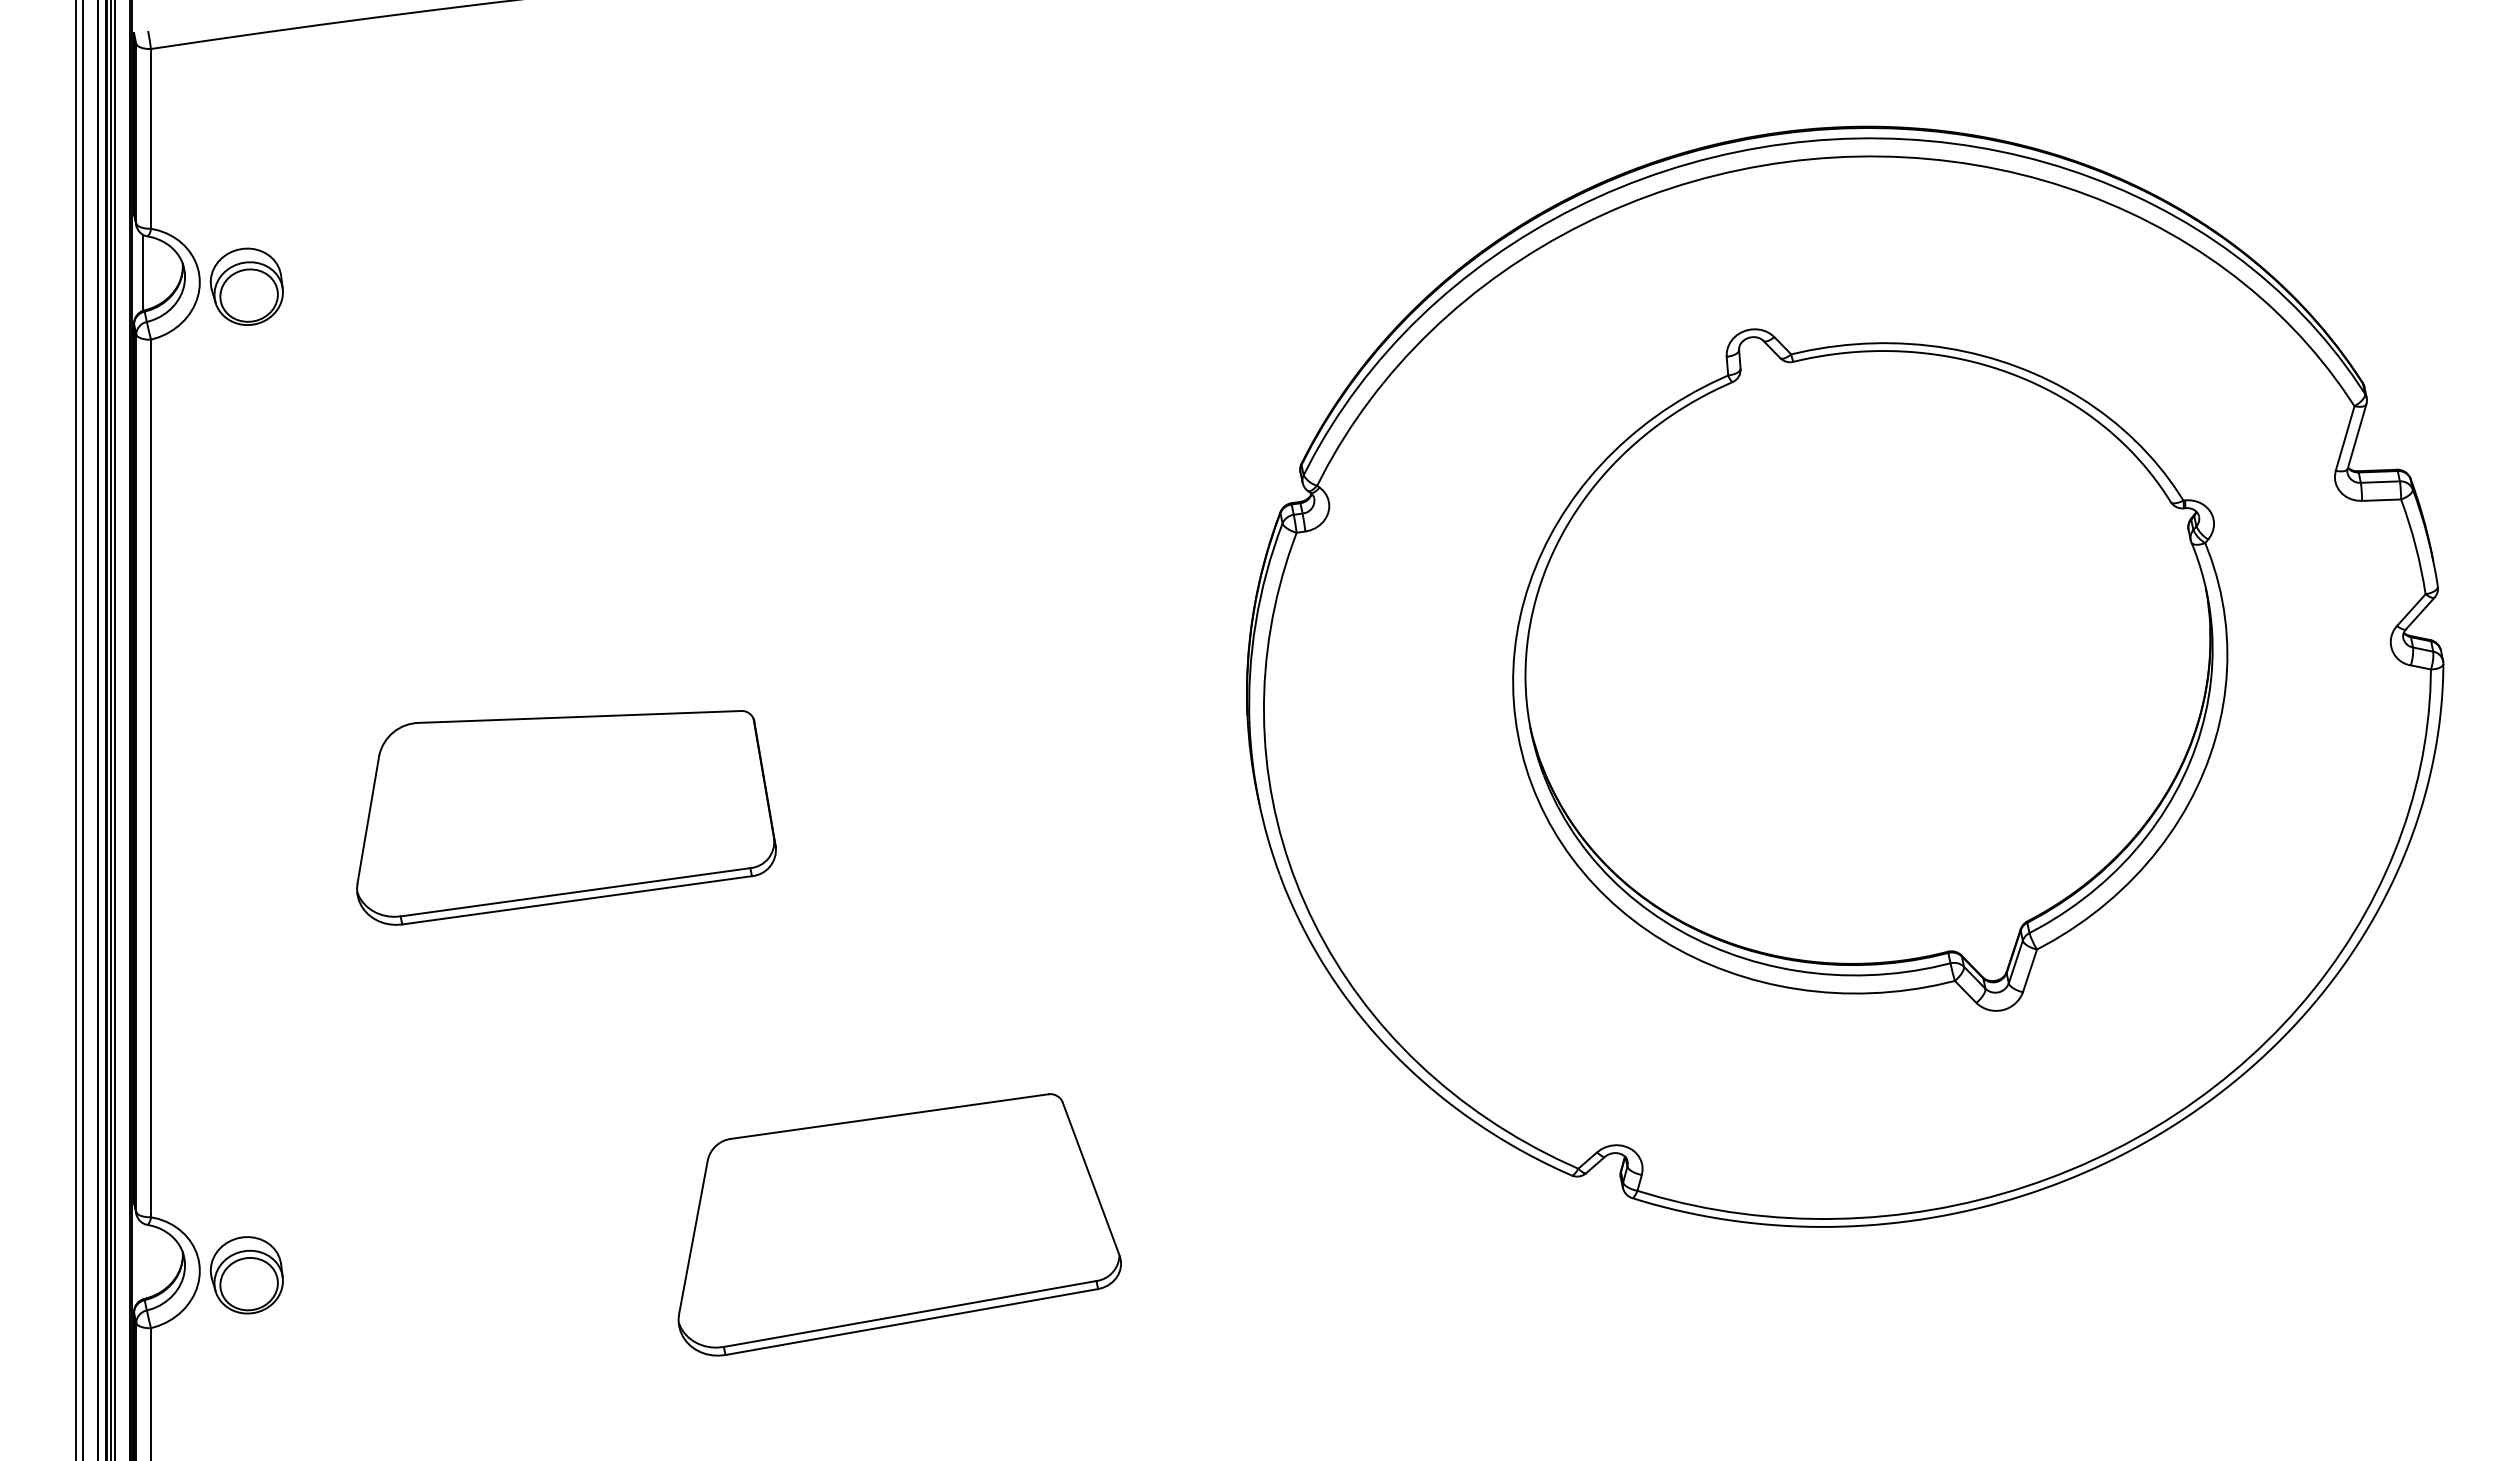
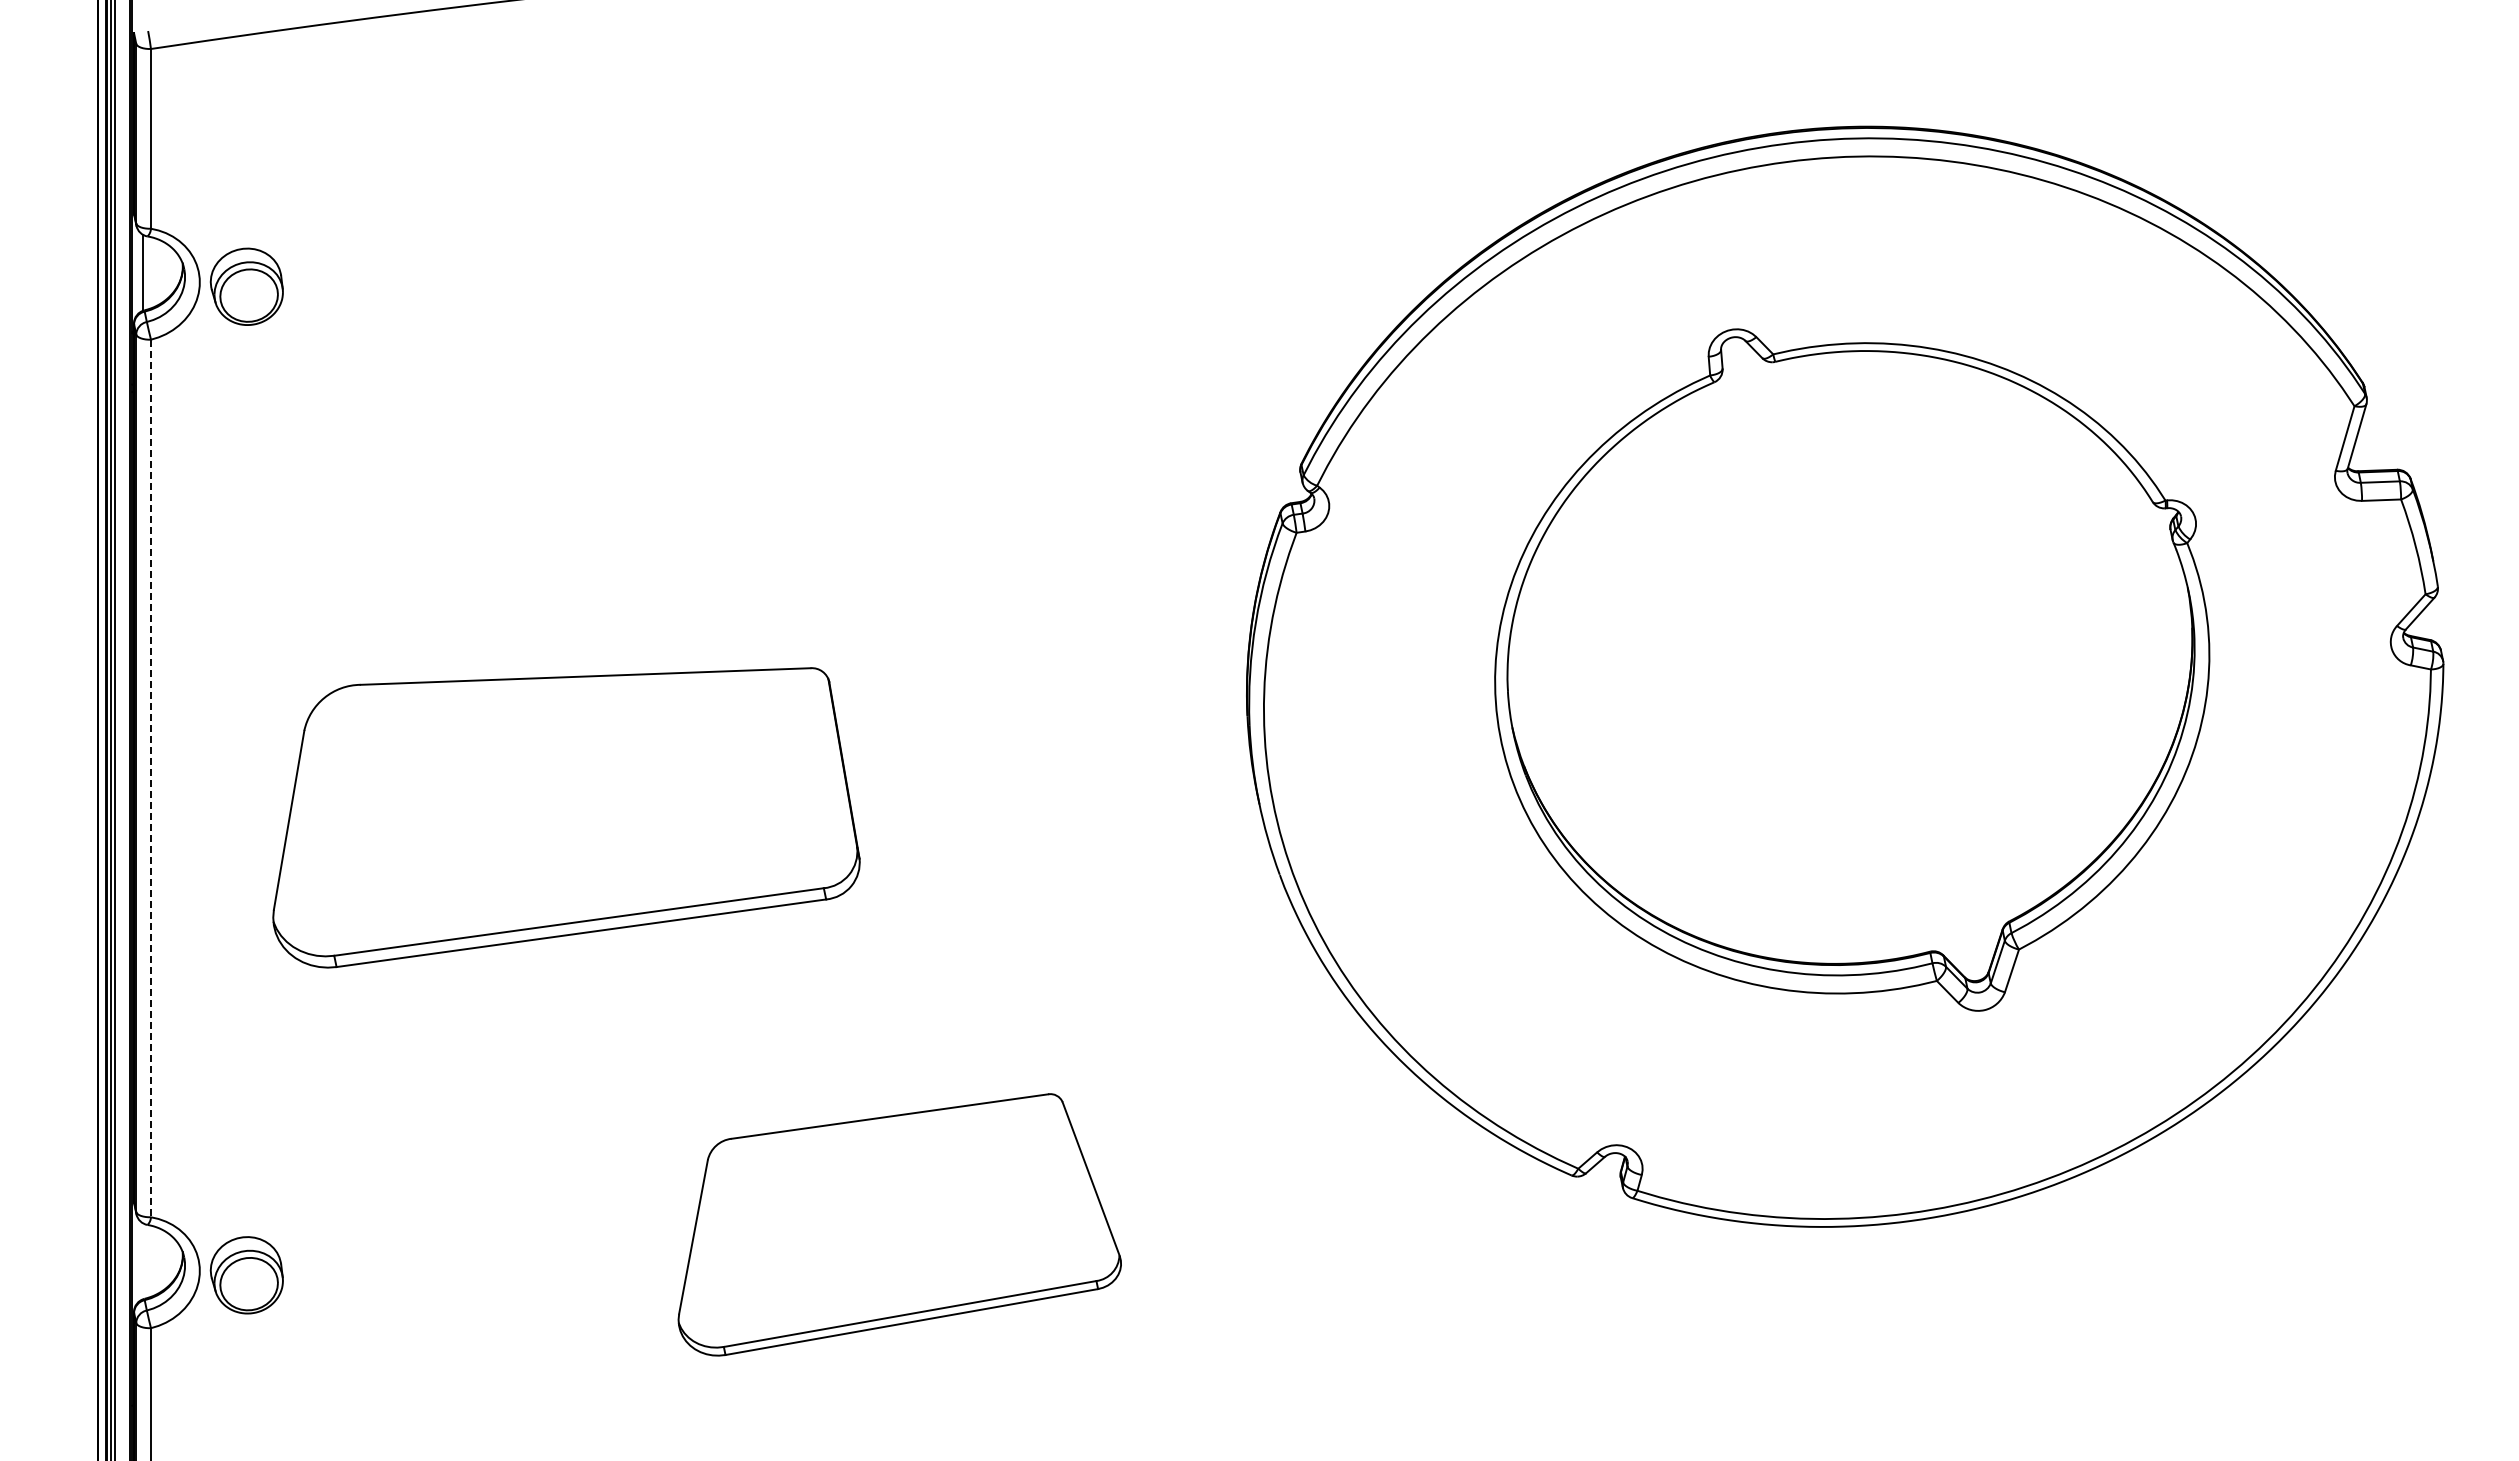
part at (1870, 669) position: (1870, 669) -> (1852, 669)
line at (75, 729): present -> none
line at (82, 729): present -> none
line at (150, 778): solid -> dashed
part at (566, 817) size: 421x216 px -> 589x302 px
